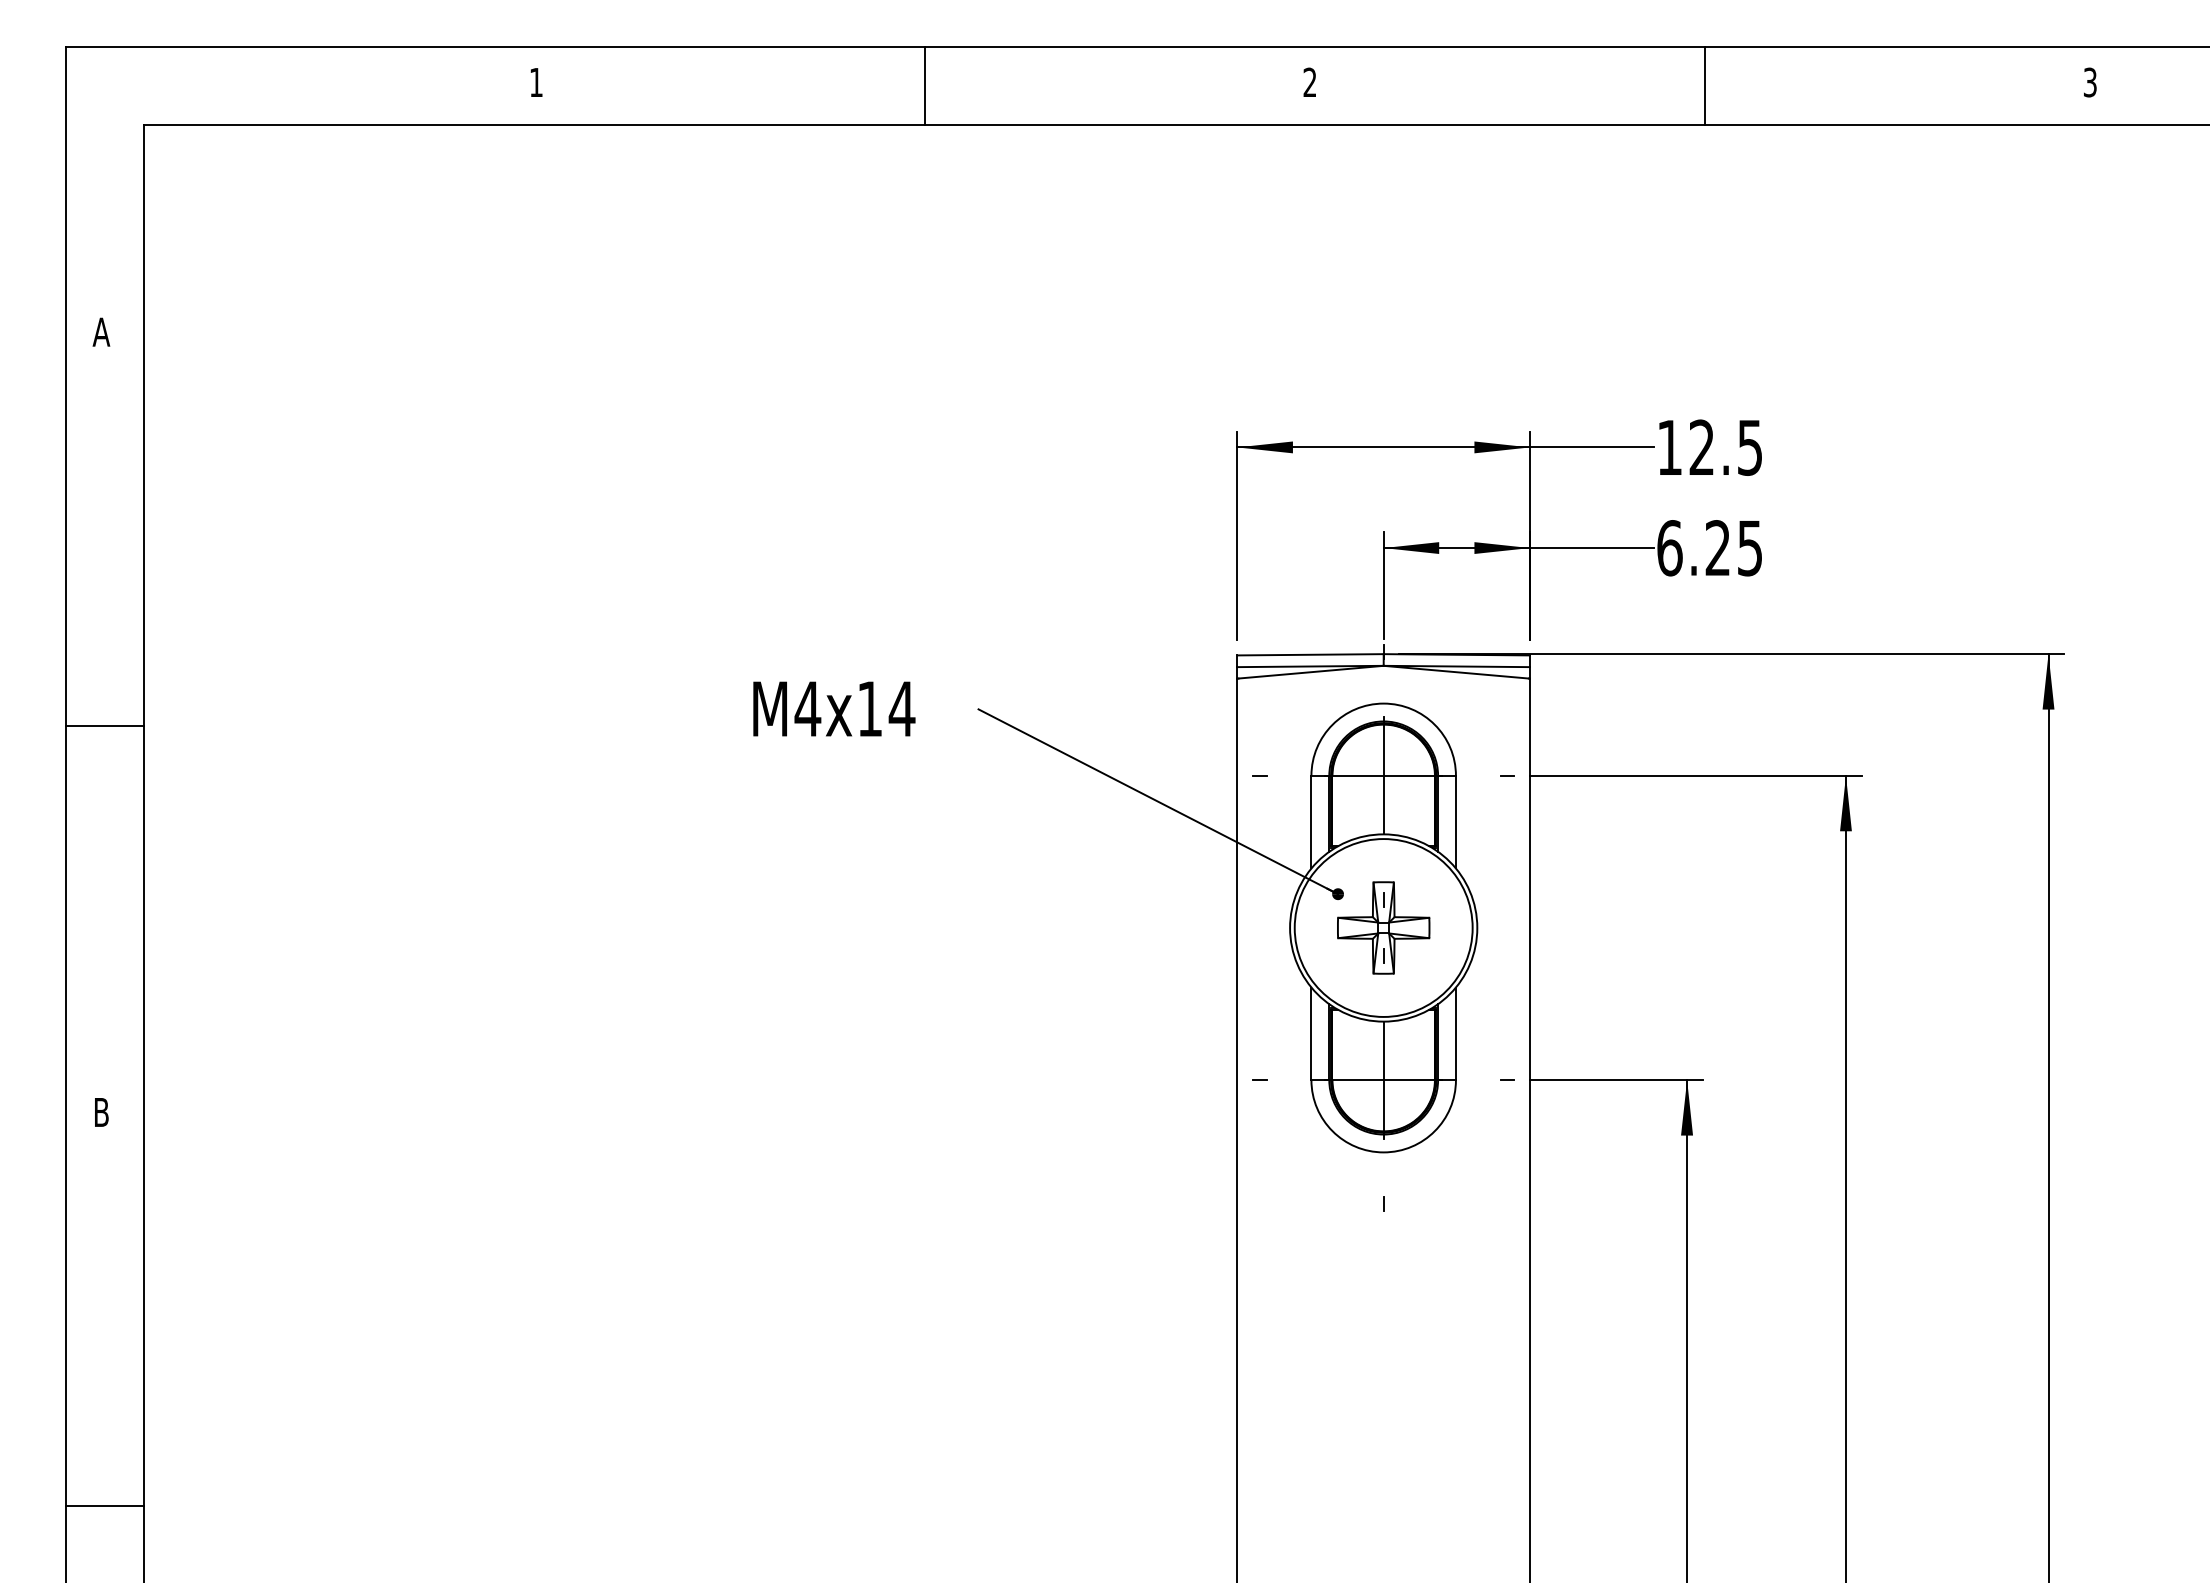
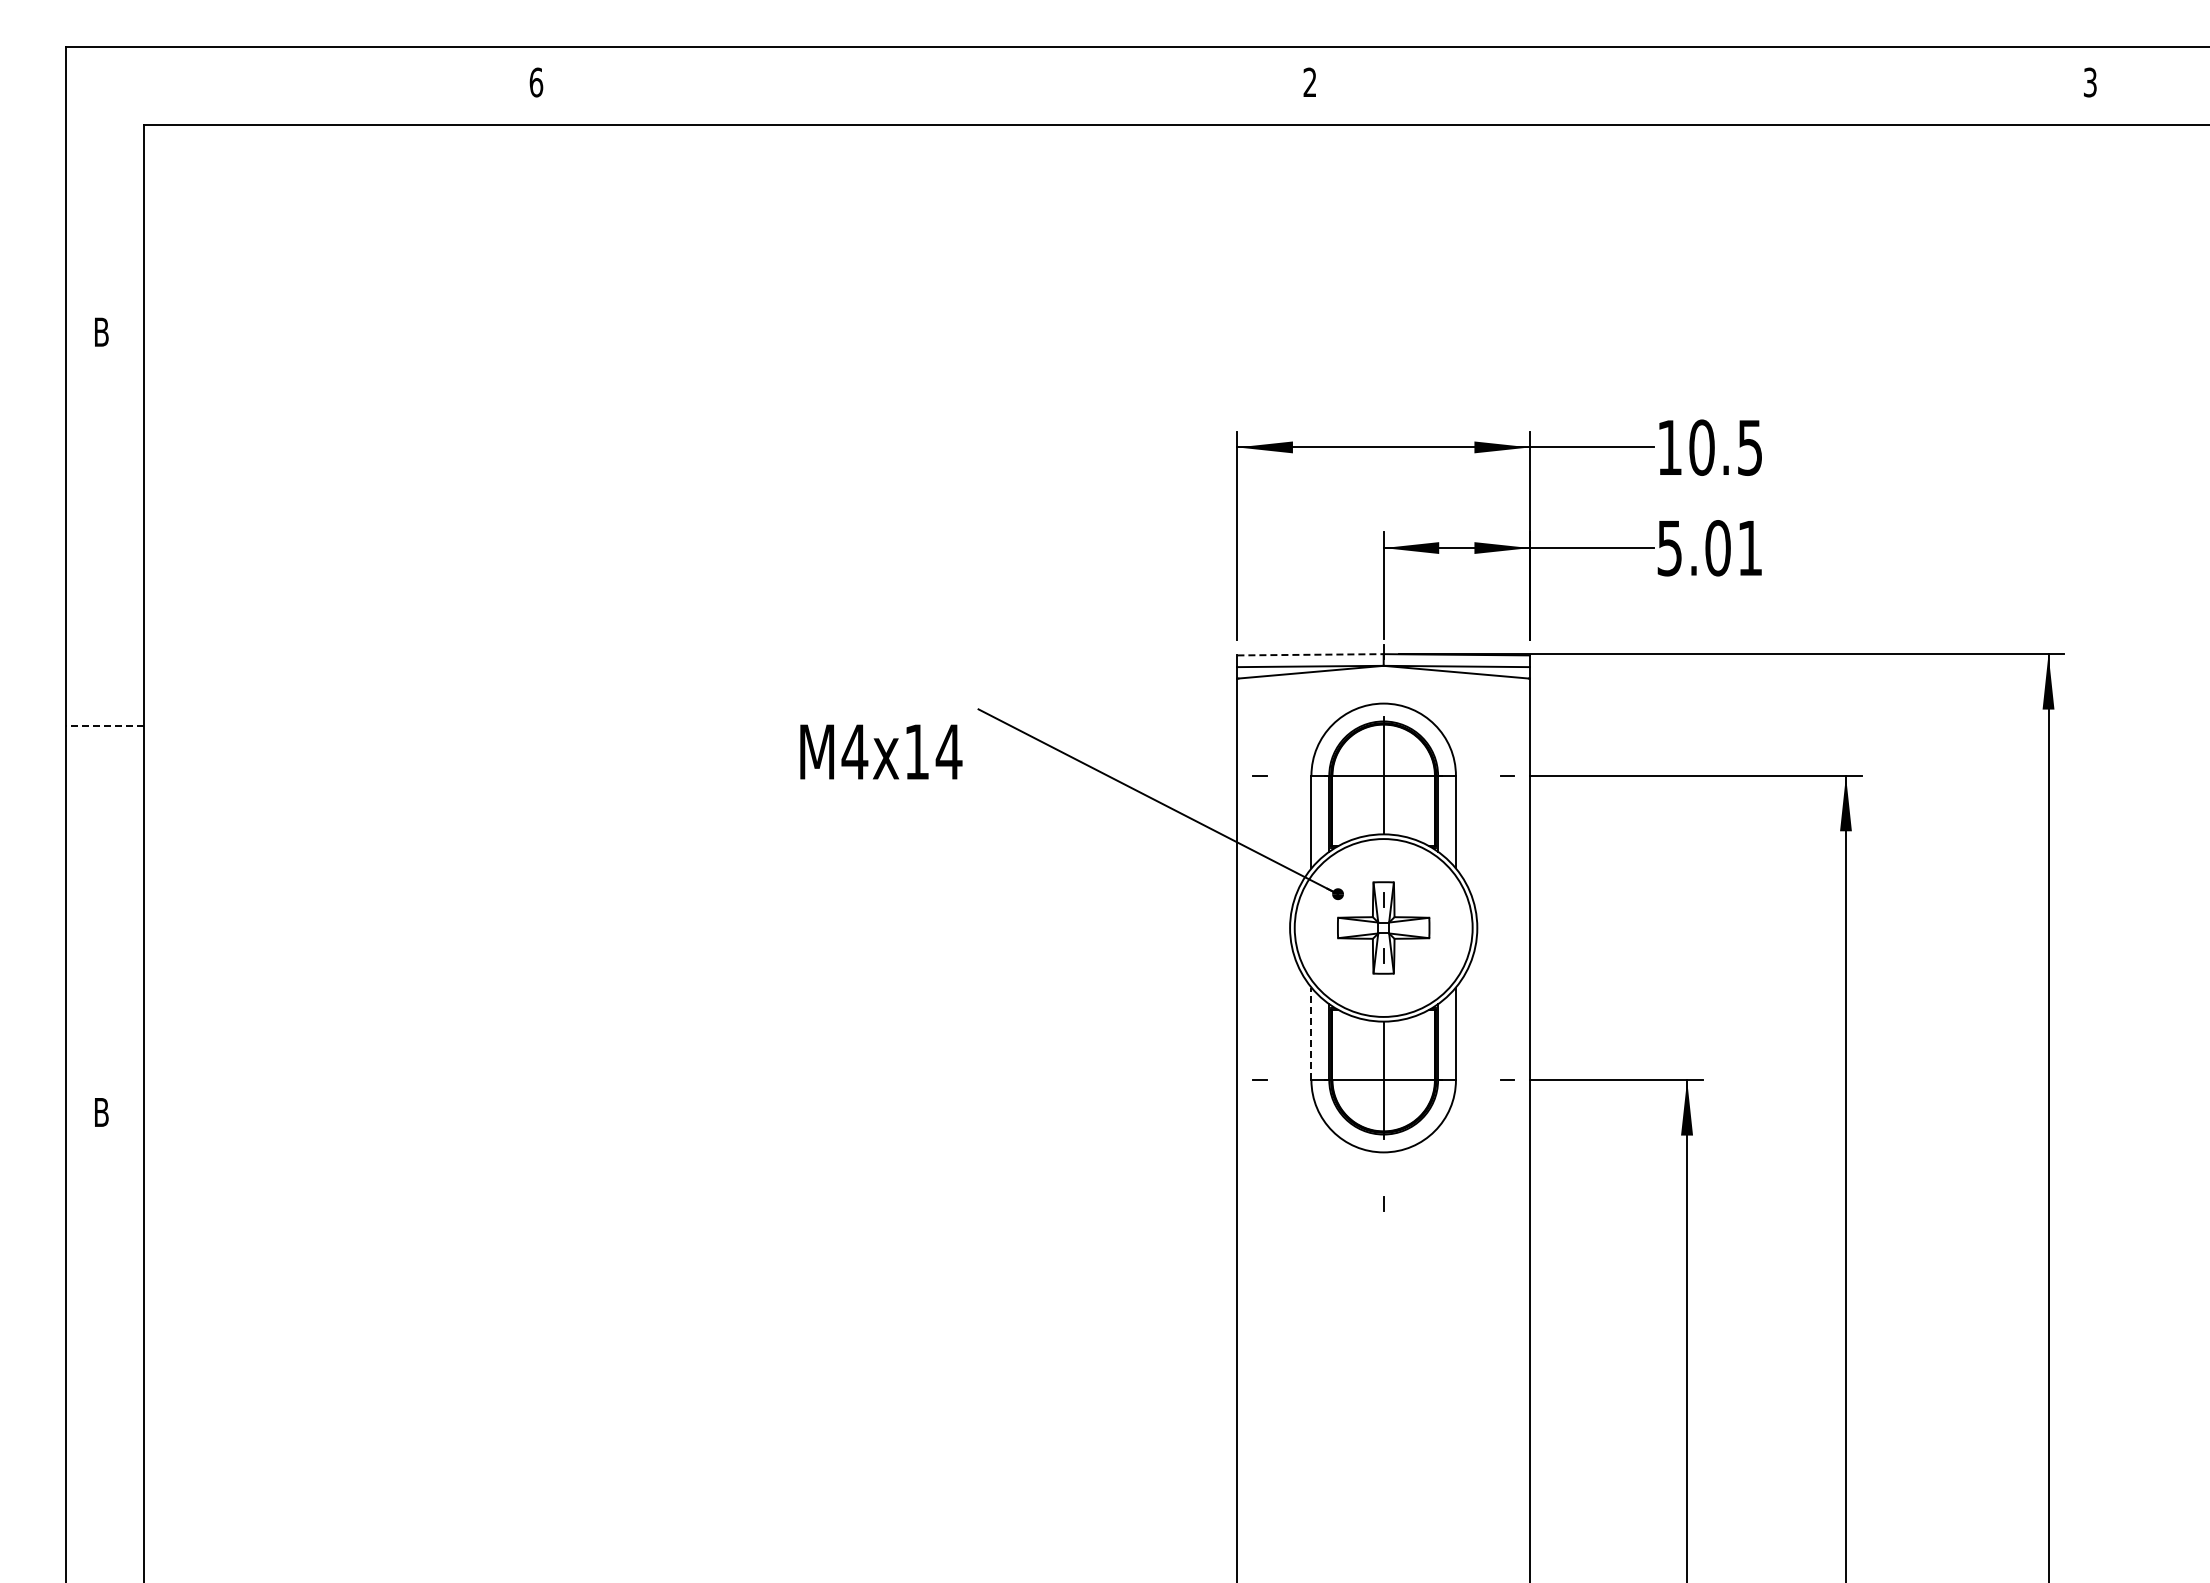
text at (536, 82): 1 -> 6
line at (924, 86): present -> none
line at (1704, 86): present -> none
text at (101, 331): A -> B
text at (1701, 447): 12.5 -> 10.5
text at (1709, 548): 6.25 -> 5.01
line at (1311, 654): solid -> dashed
text at (834, 708) position: (834, 708) -> (881, 751)
line at (104, 726): solid -> dashed
line at (1311, 1033): solid -> dashed
line at (105, 1506): present -> none
